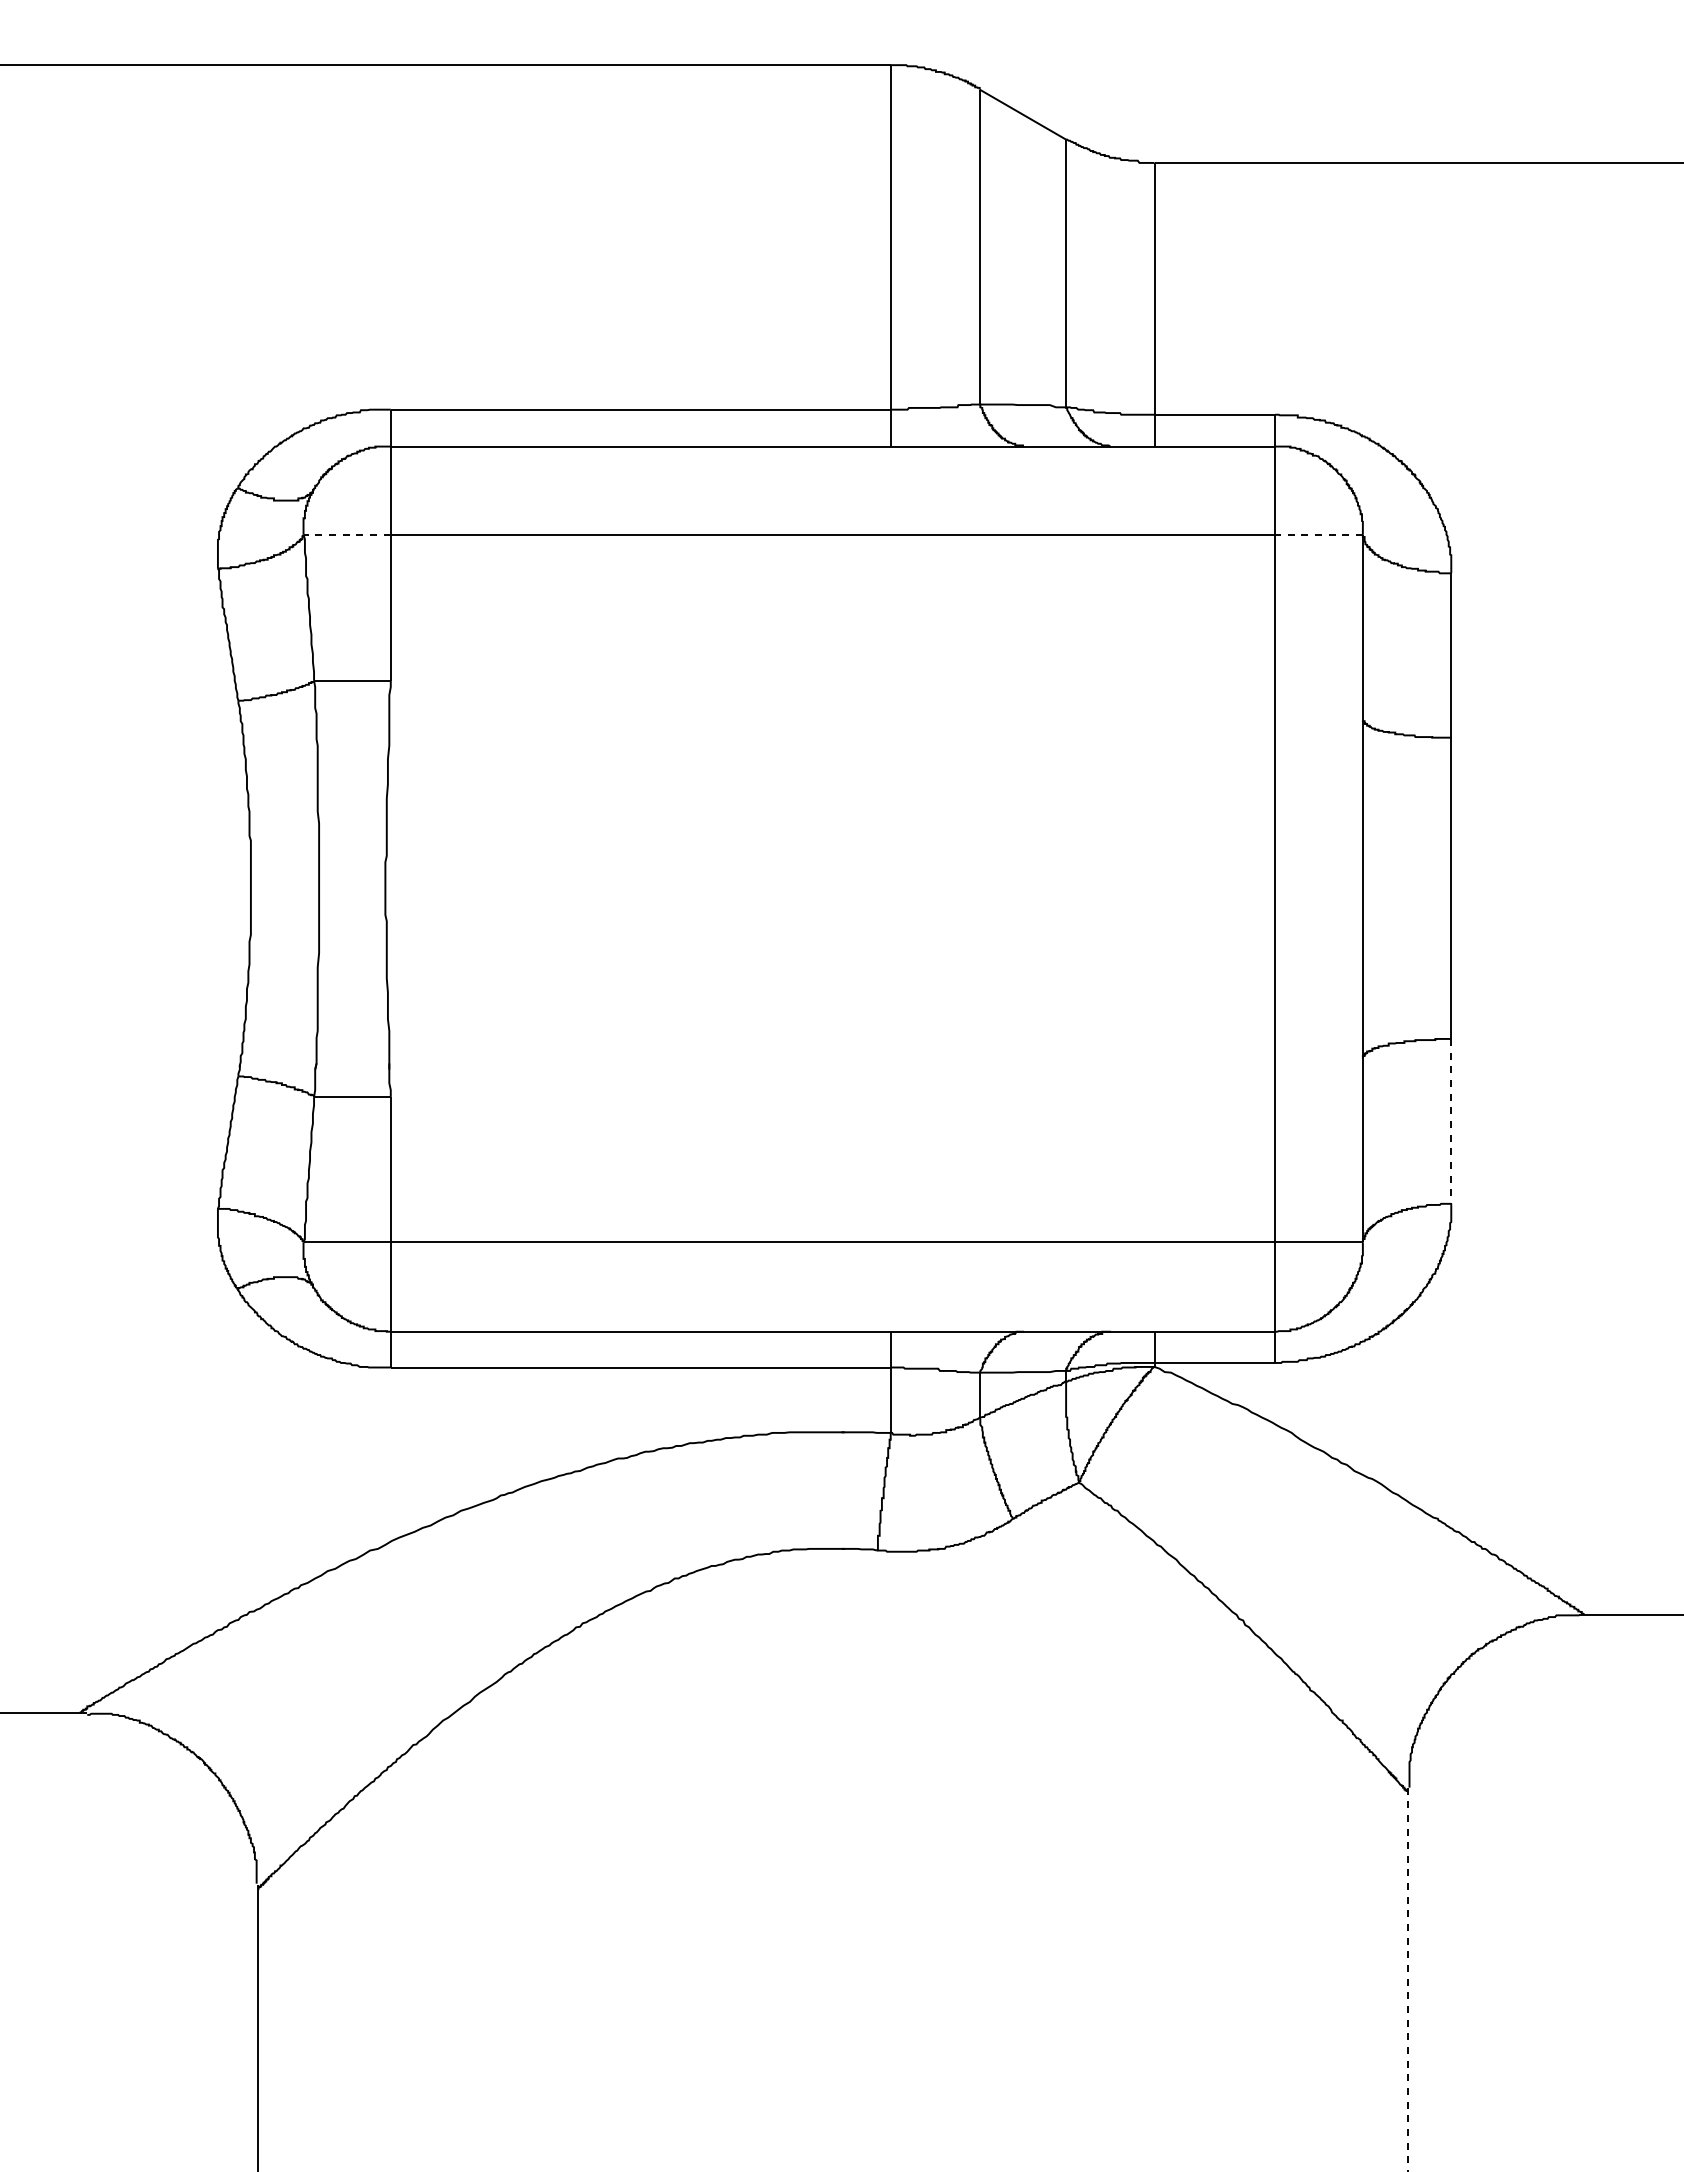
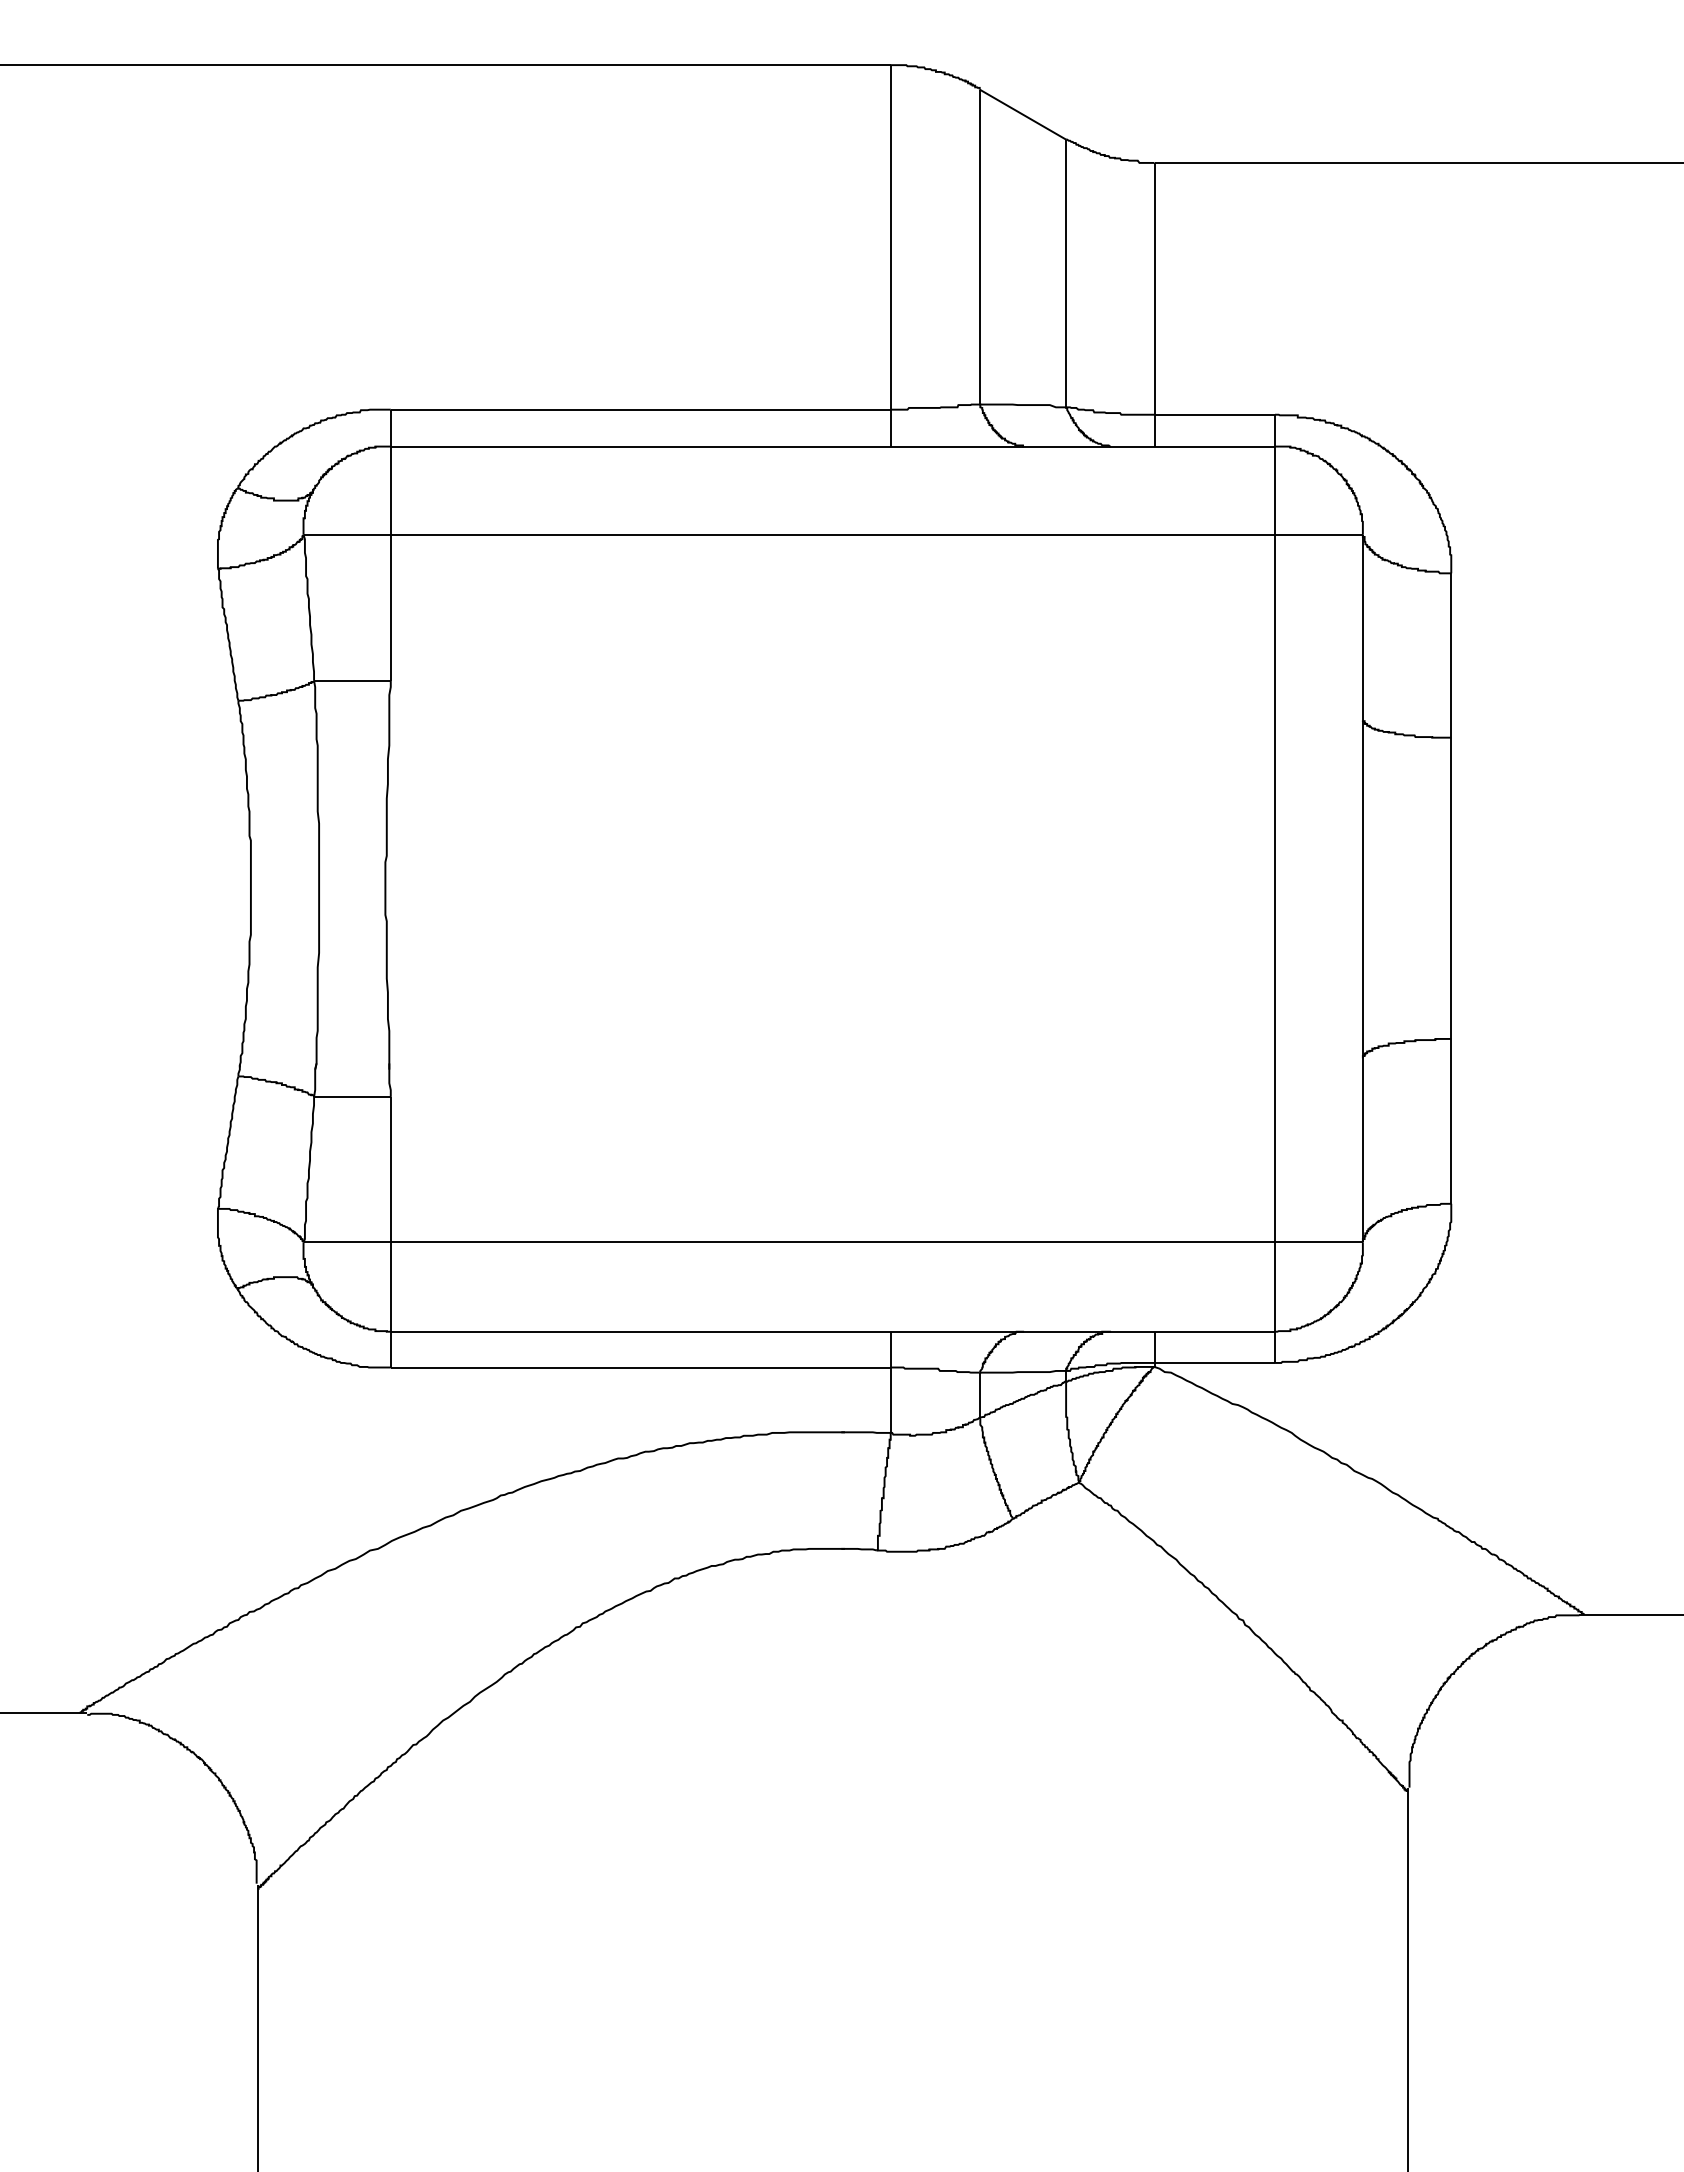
line at (347, 534): dashed -> solid
line at (1318, 534): dashed -> solid
line at (1451, 1121): dashed -> solid
line at (1408, 1979): dashed -> solid
